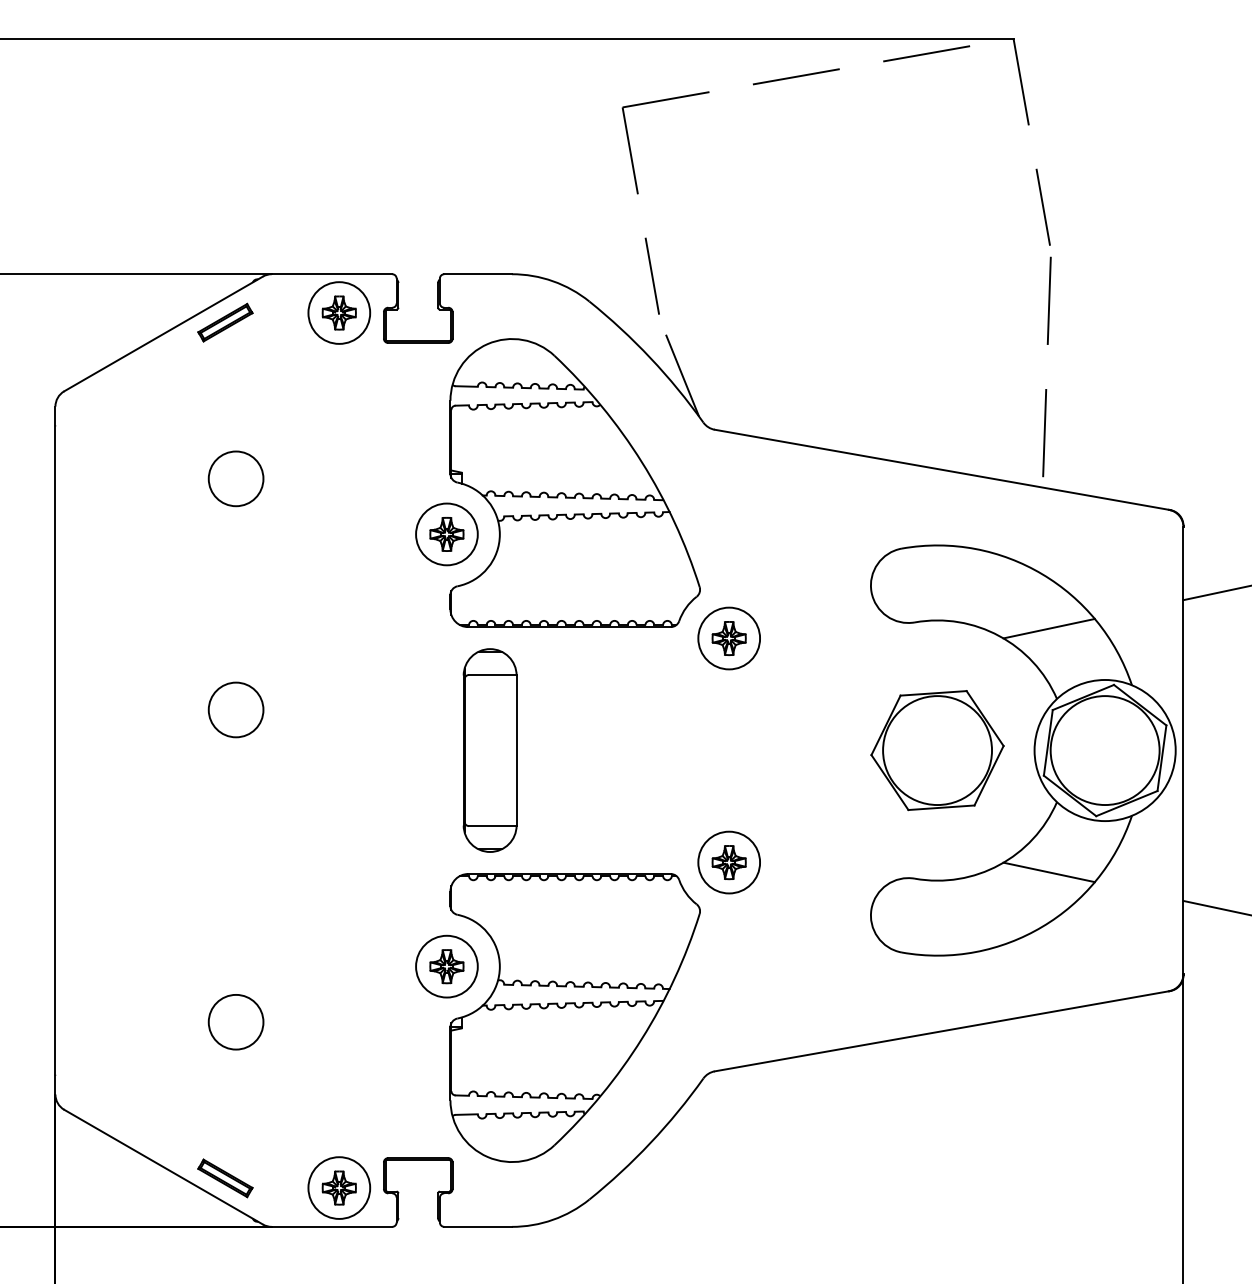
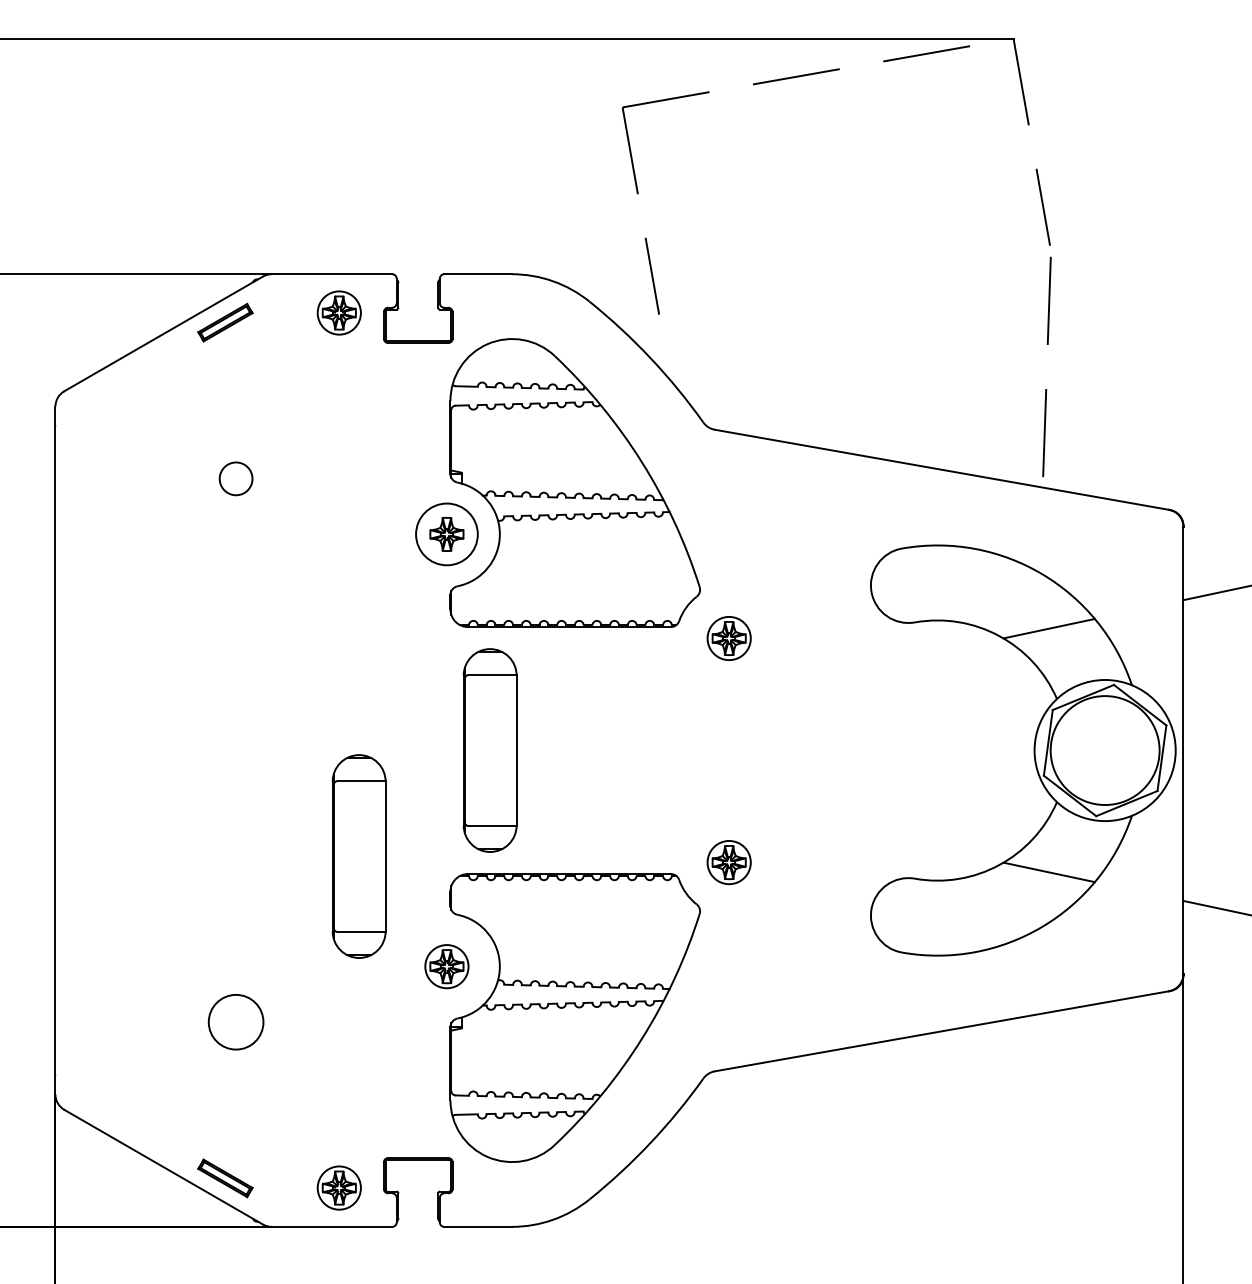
circle at (339, 312) diameter: 62 px -> 43 px
line at (680, 370): present -> none
circle at (235, 478) diameter: 55 px -> 33 px
circle at (729, 638) diameter: 62 px -> 43 px
circle at (235, 709): present -> none
part at (937, 750): present -> none
part at (358, 856): none -> present
circle at (729, 862) diameter: 62 px -> 43 px
circle at (446, 966) diameter: 62 px -> 43 px
circle at (339, 1187) diameter: 62 px -> 43 px
